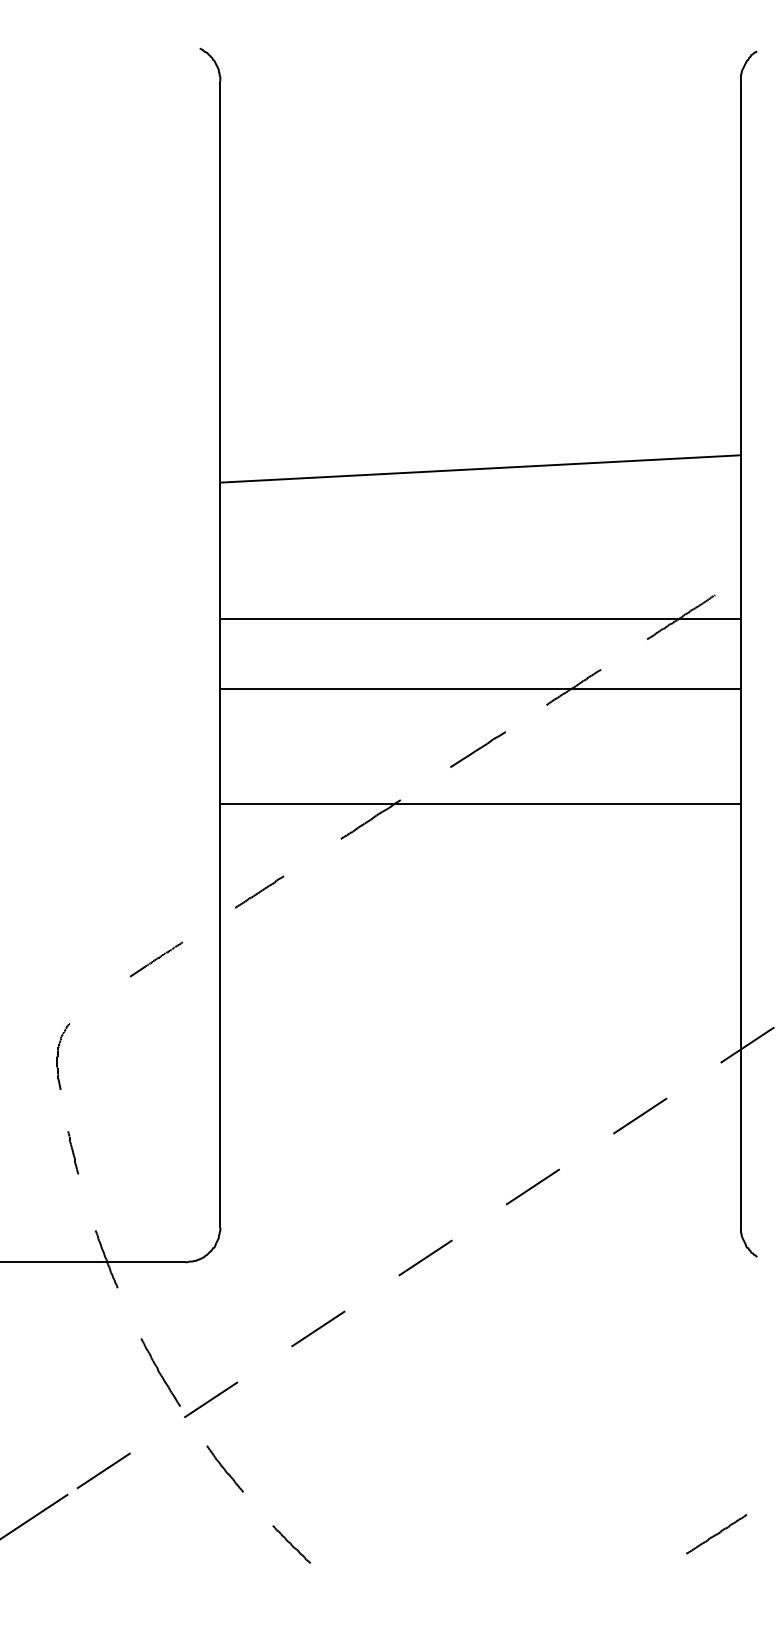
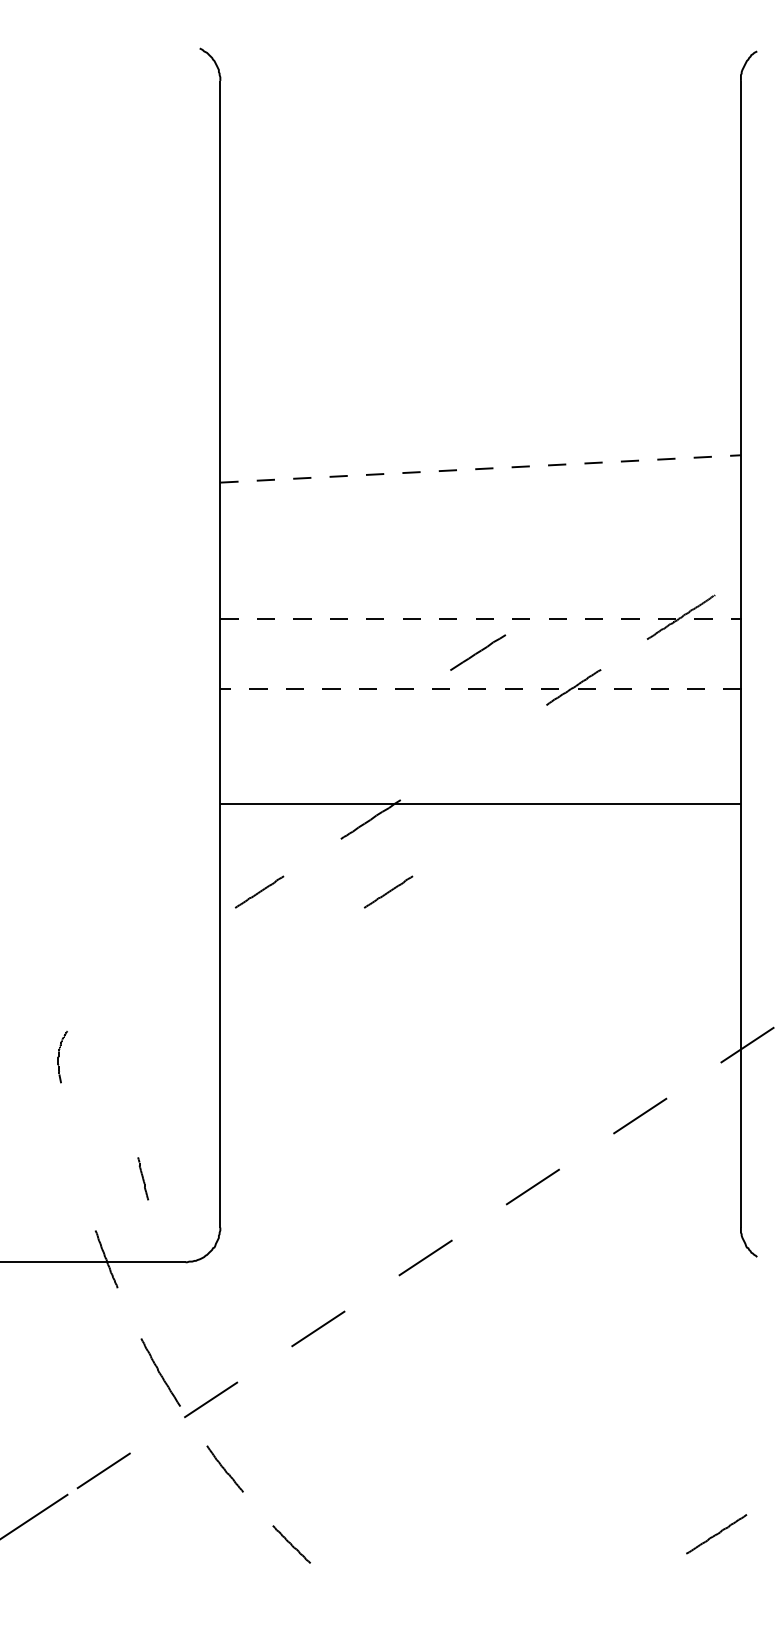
line at (480, 468): solid -> dashed
line at (481, 619): solid -> dashed
line at (481, 689): solid -> dashed
line at (478, 749) position: (478, 749) -> (478, 652)
line at (388, 891): none -> present
line at (156, 959): present -> none
part at (62, 1056) size: 14x67 px -> 11x53 px
line at (73, 1152) position: (73, 1152) -> (143, 1178)
